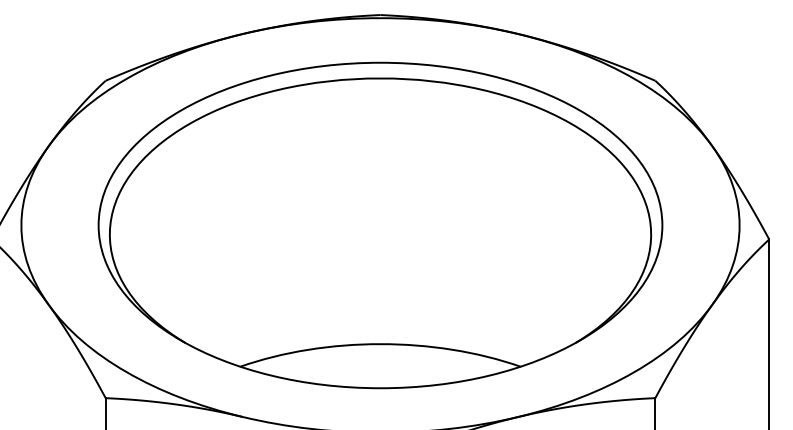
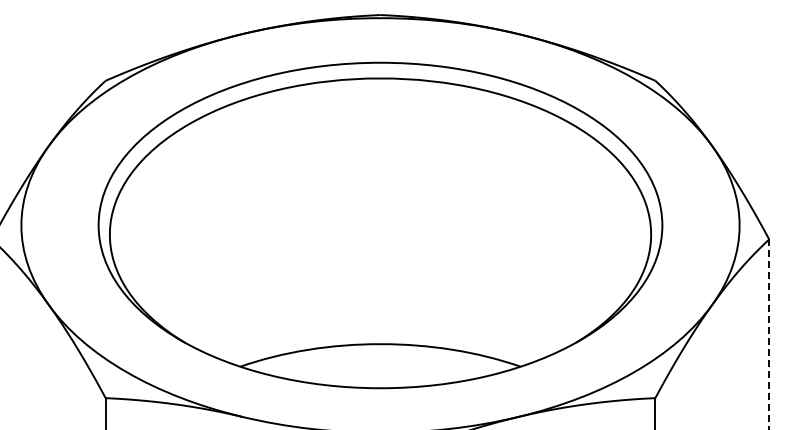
line at (769, 335): solid -> dashed
